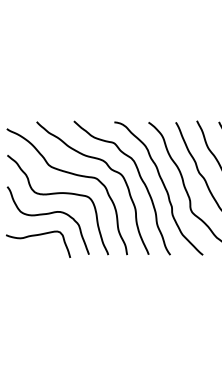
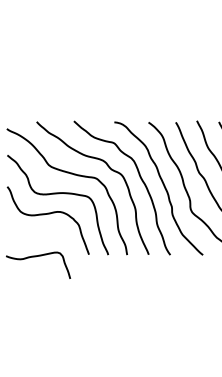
curve at (36, 236) position: (36, 236) -> (36, 257)
